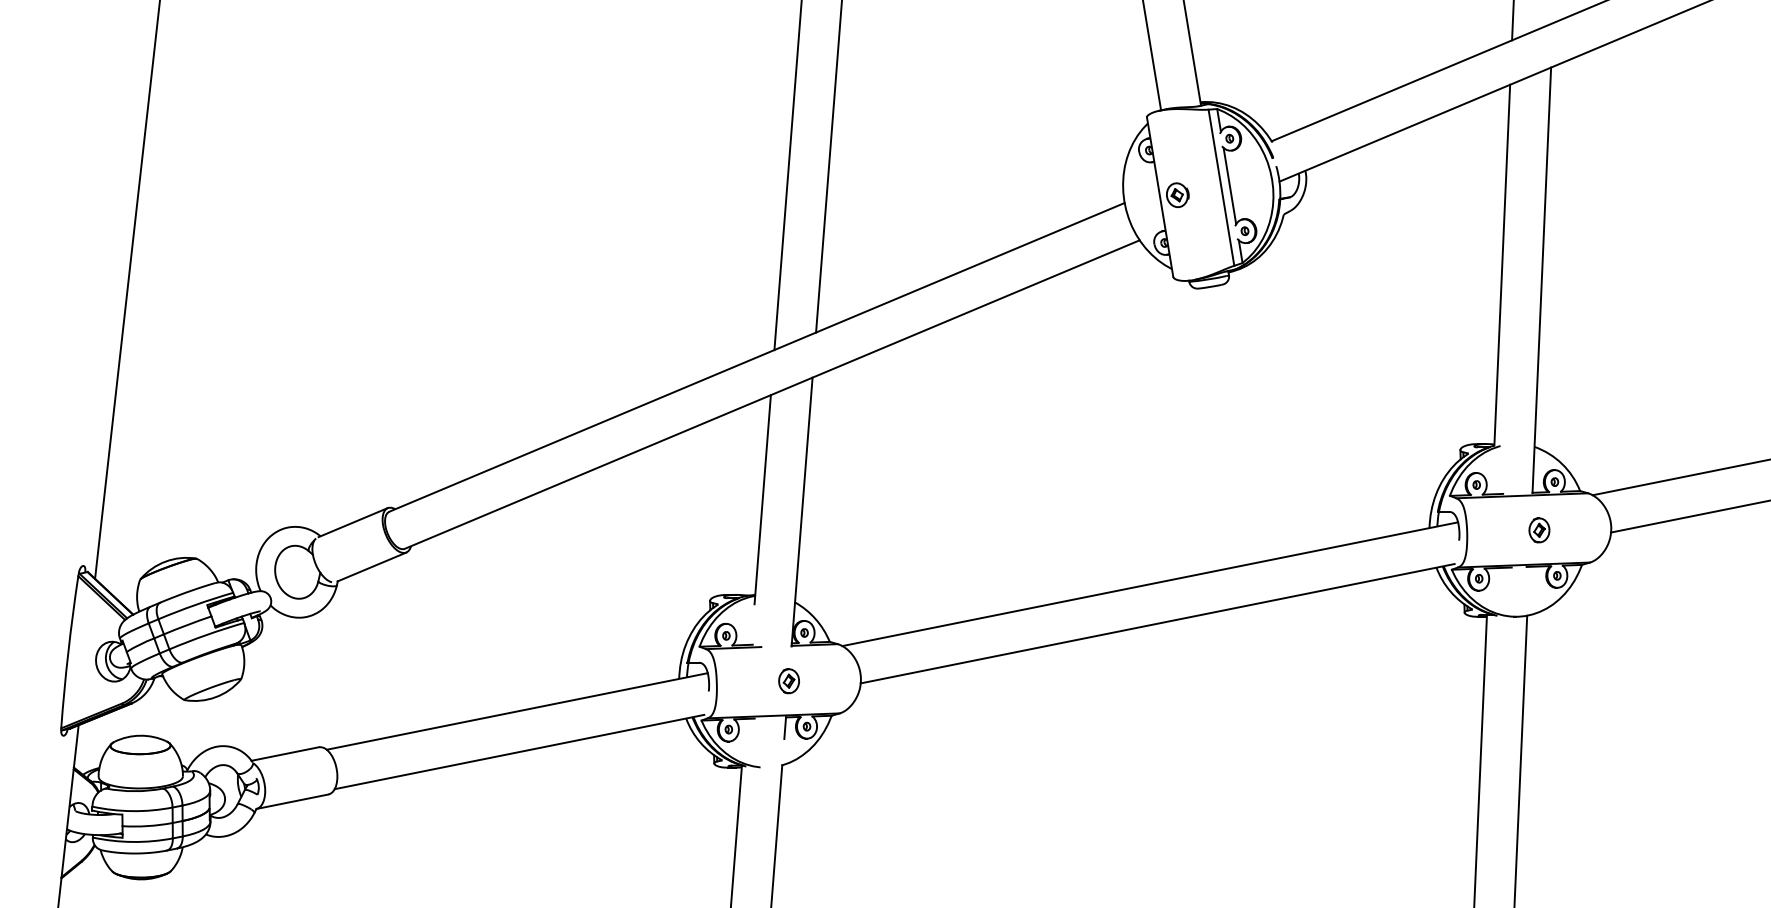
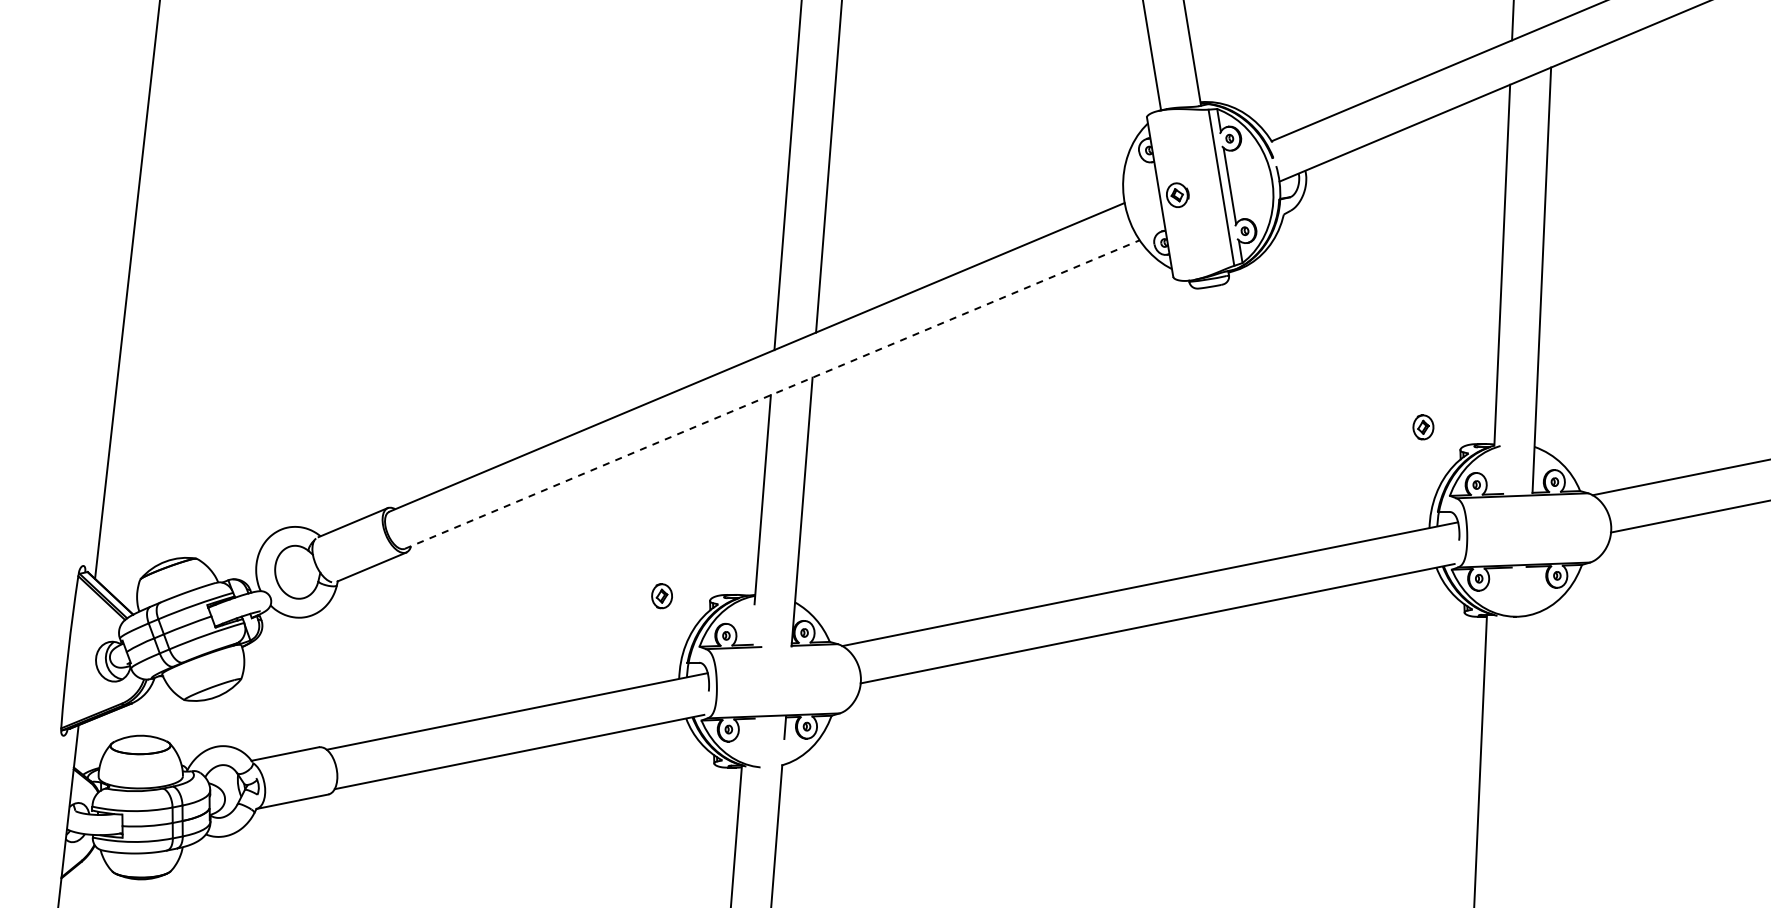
line at (772, 394): solid -> dashed
part at (1539, 530) position: (1539, 530) -> (1423, 427)
part at (788, 681) position: (788, 681) -> (661, 596)
line at (1520, 759): present -> none
